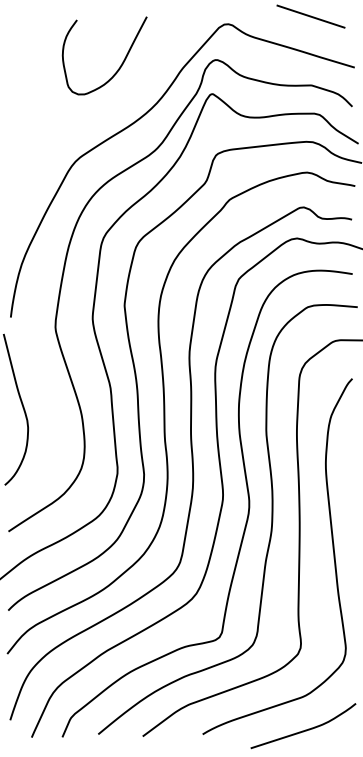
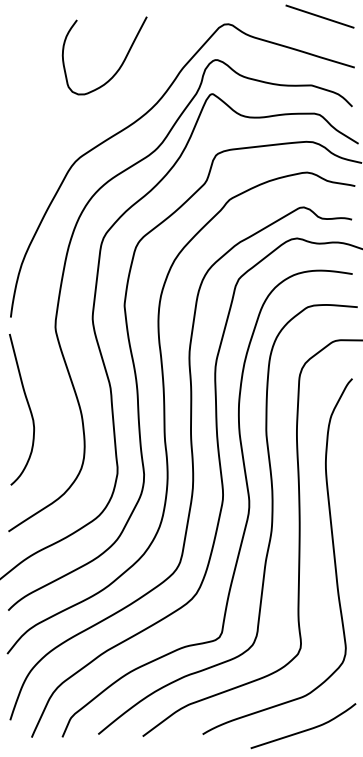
line at (310, 16) position: (310, 16) -> (319, 16)
curve at (22, 408) position: (22, 408) -> (28, 408)
